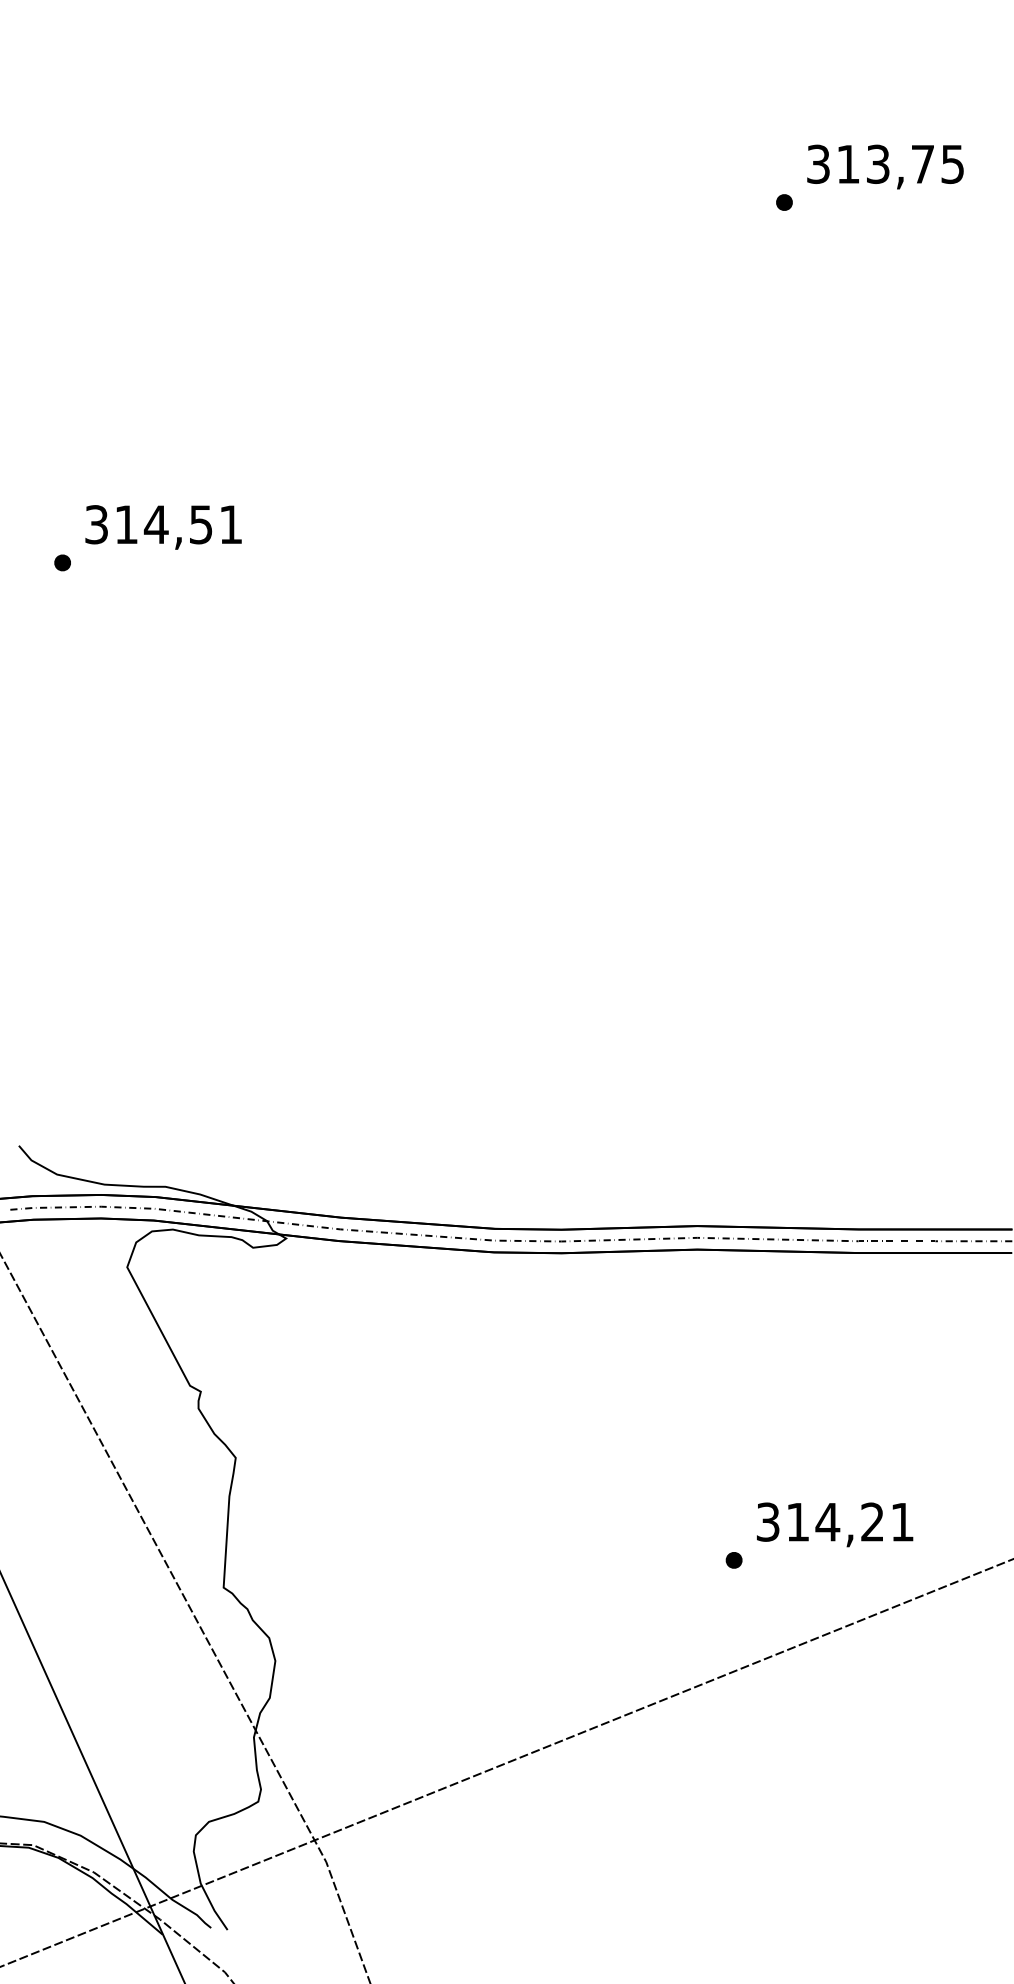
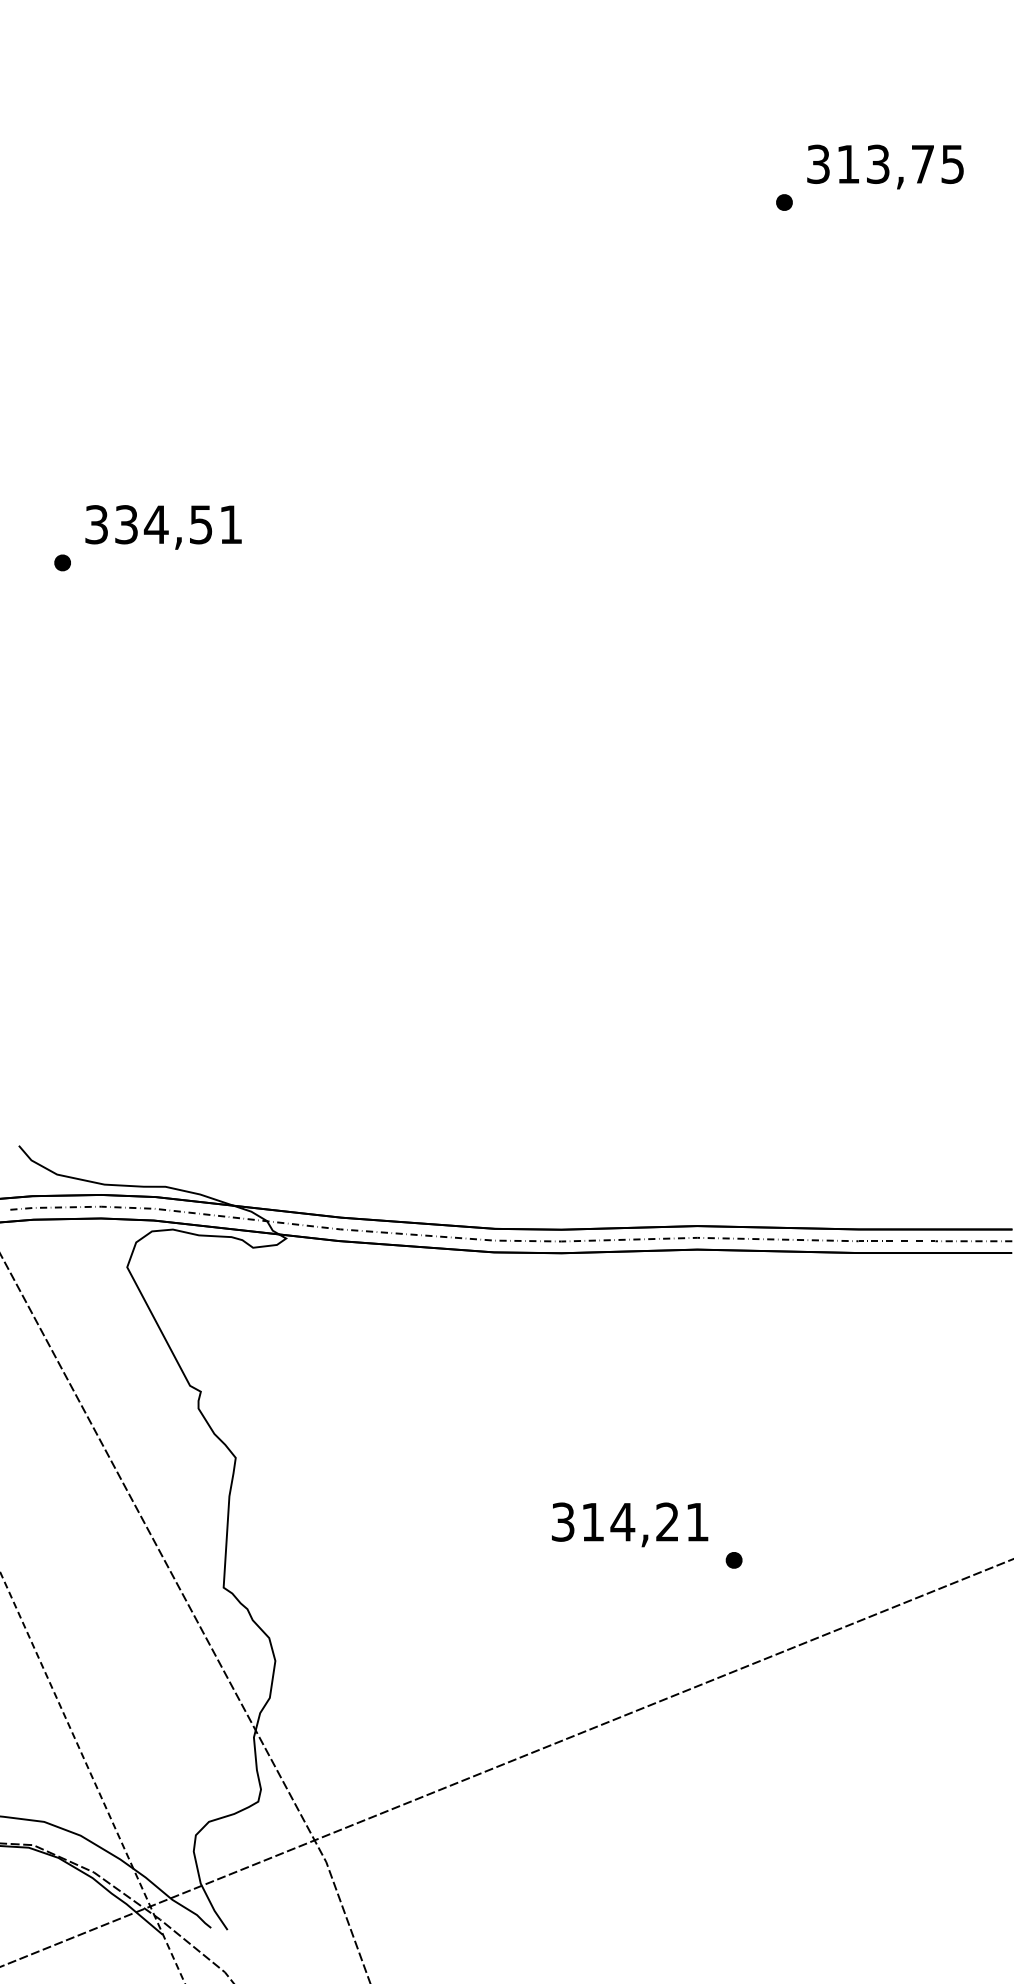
text at (126, 524): 314,51 -> 334,51
text at (835, 1524) position: (835, 1524) -> (630, 1524)
line at (92, 1778): solid -> dashed
